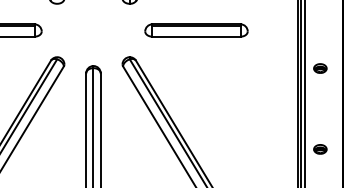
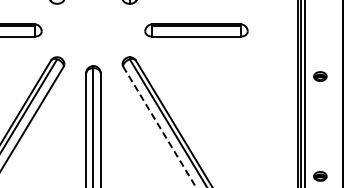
part at (320, 68) position: (320, 68) -> (320, 76)
line at (159, 127): solid -> dashed
part at (320, 149) position: (320, 149) -> (320, 176)
